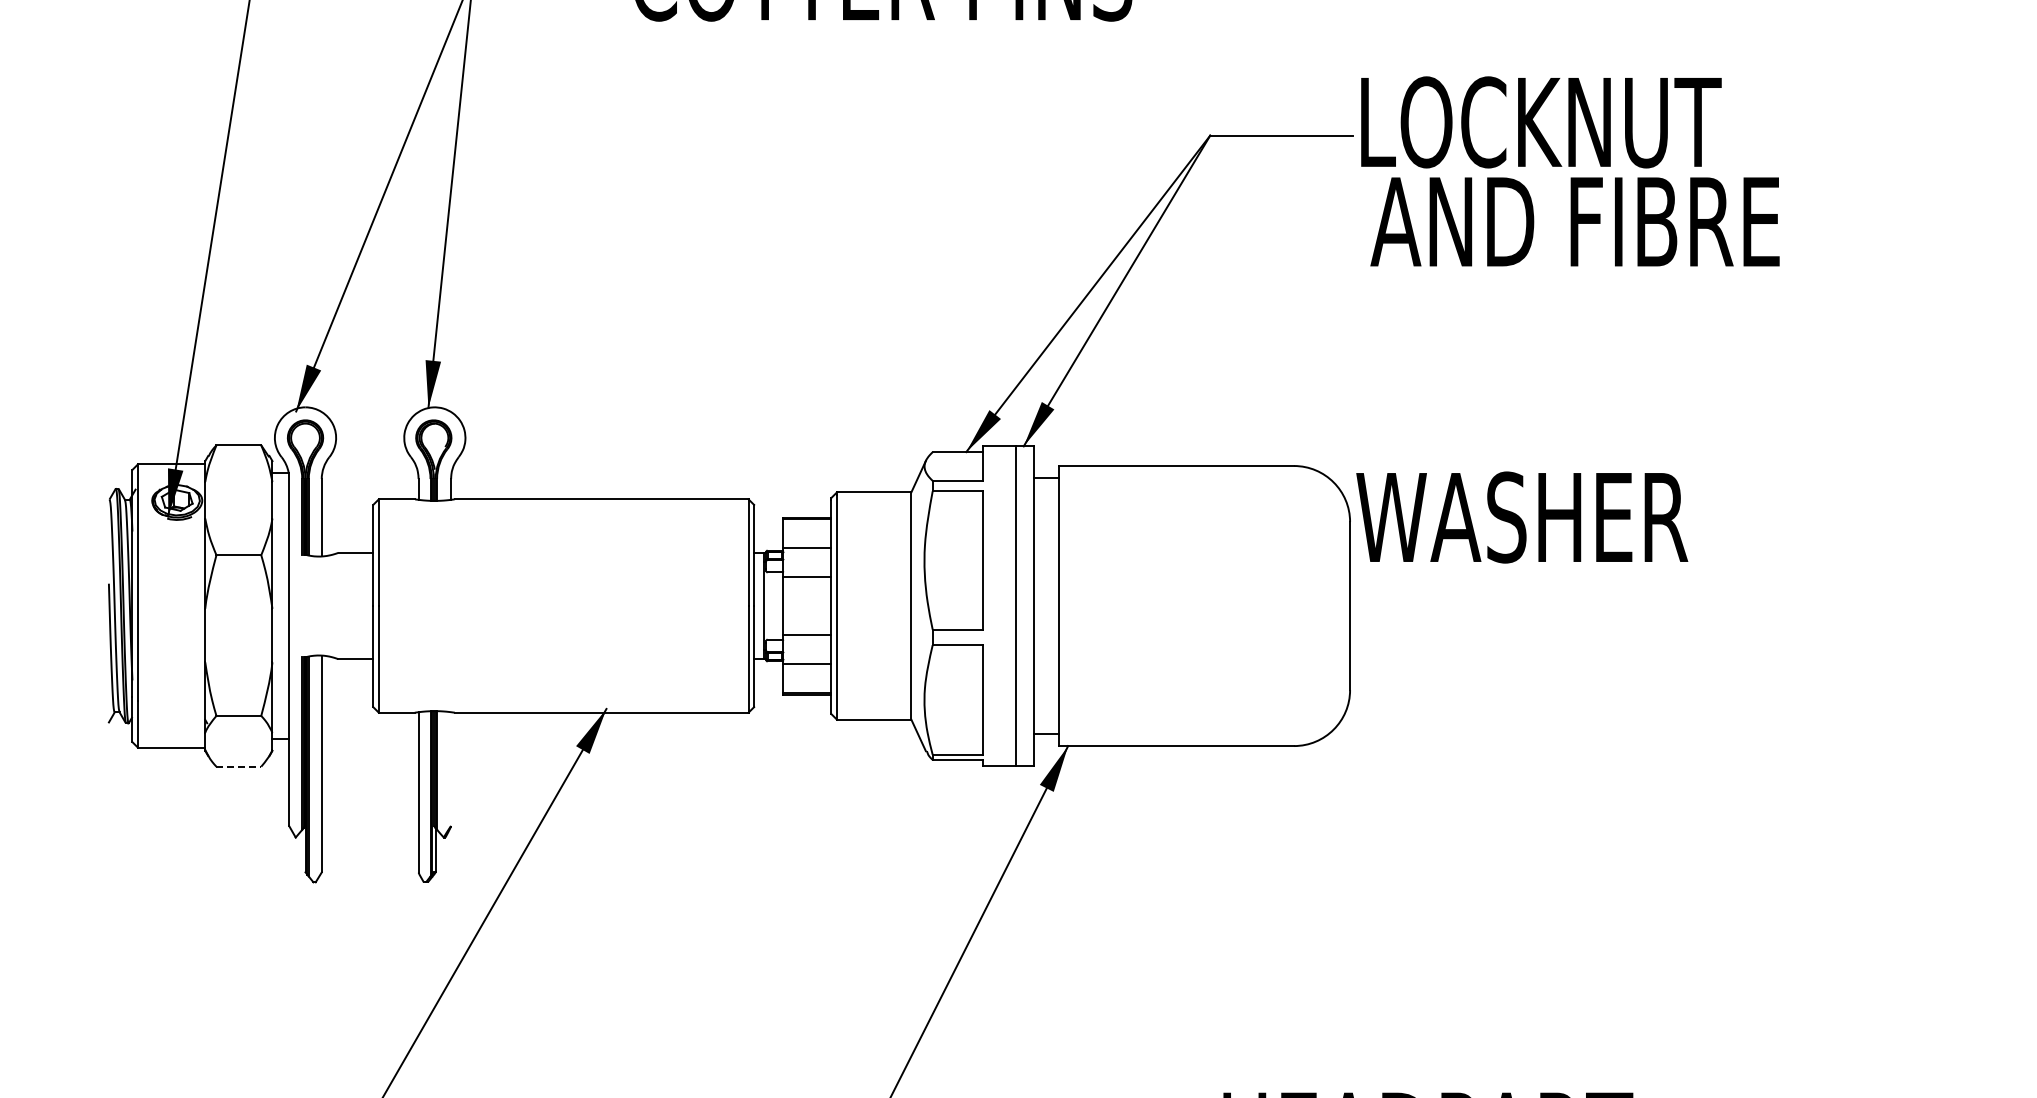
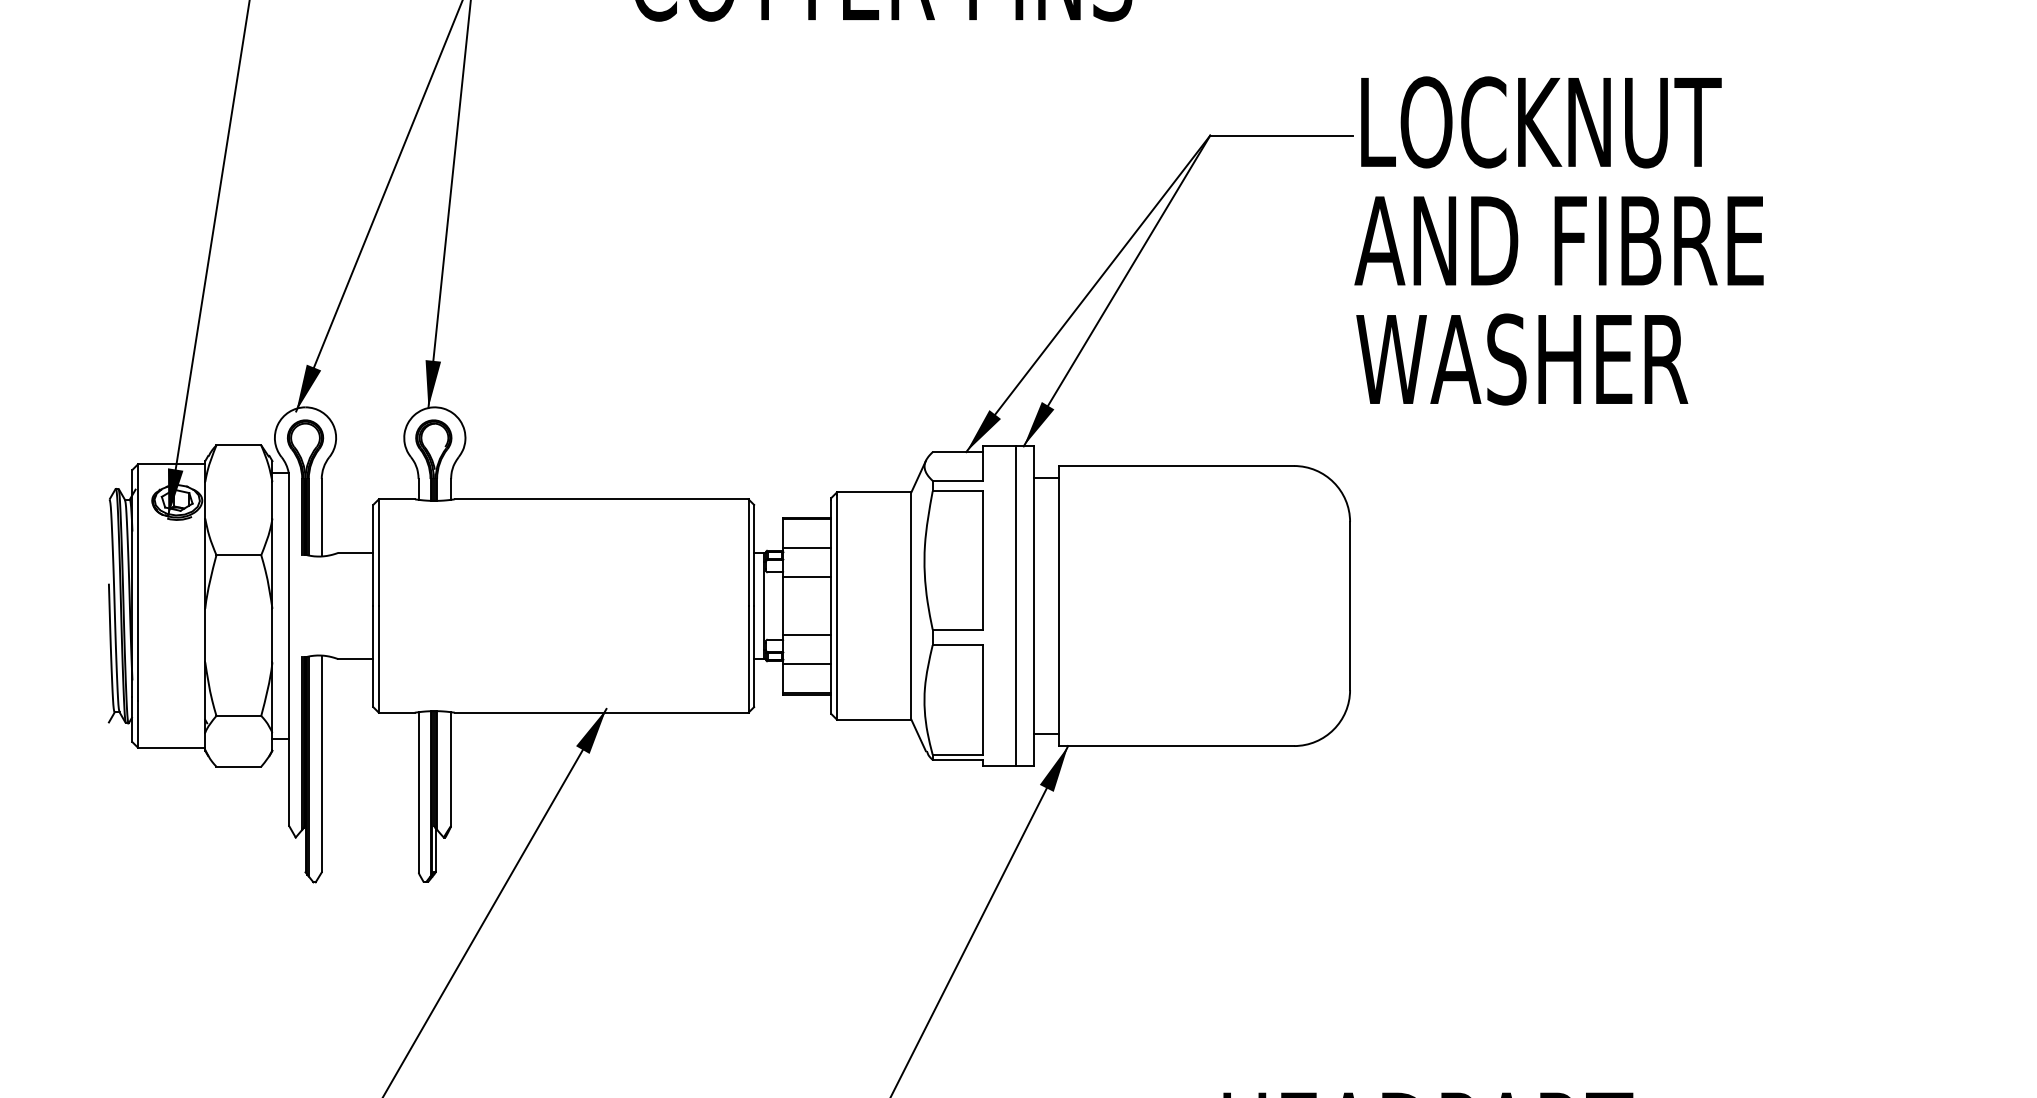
text at (1574, 221) position: (1574, 221) -> (1558, 240)
text at (1522, 517) position: (1522, 517) -> (1522, 359)
line at (239, 766): dashed -> solid
line at (451, 769): none -> present
